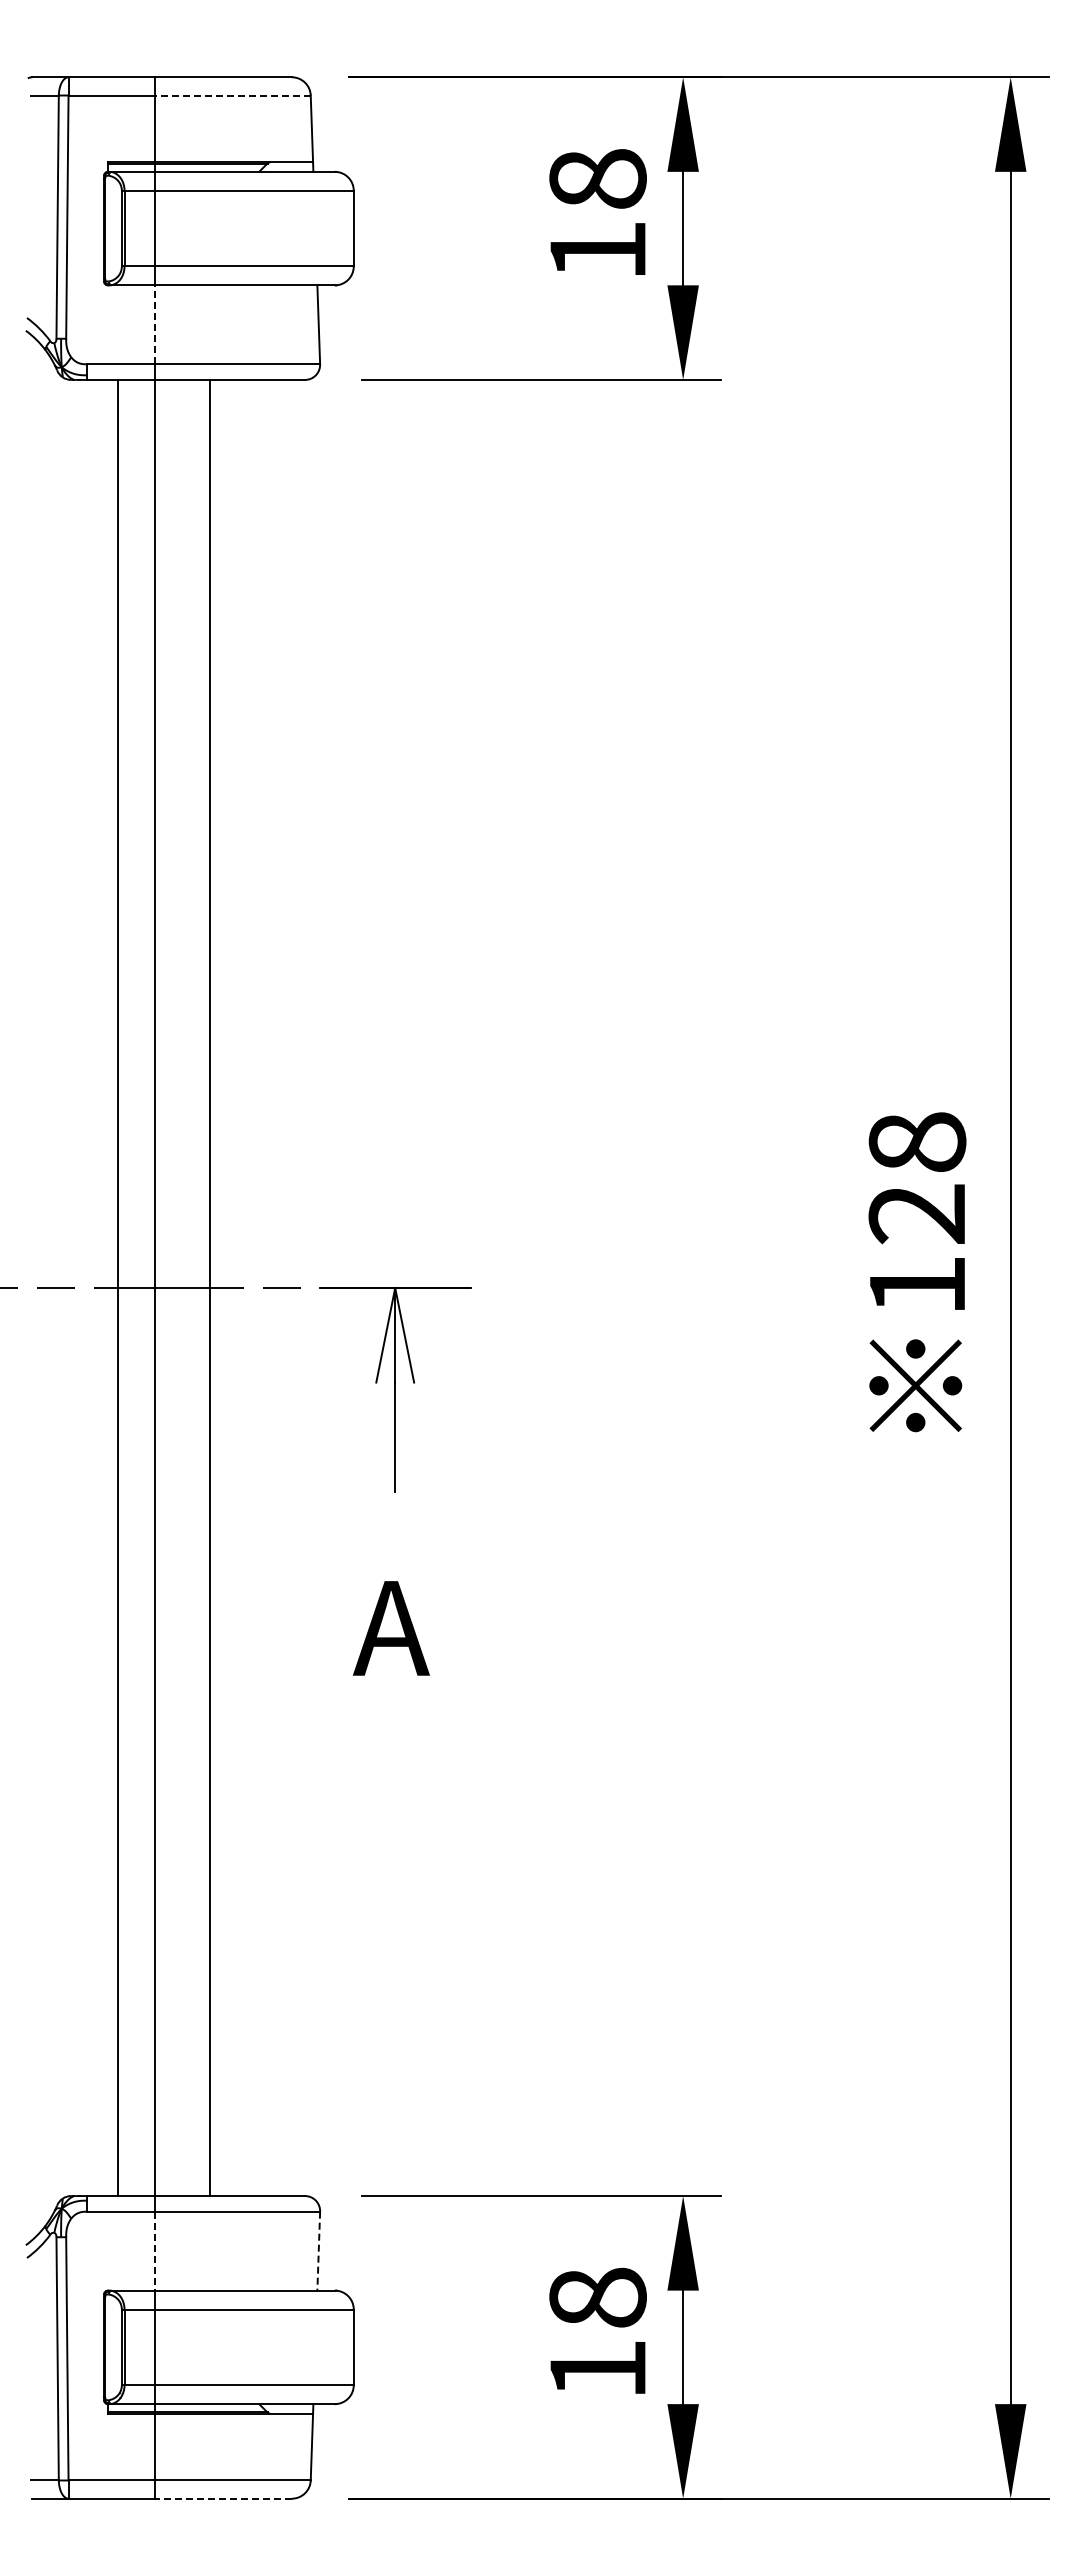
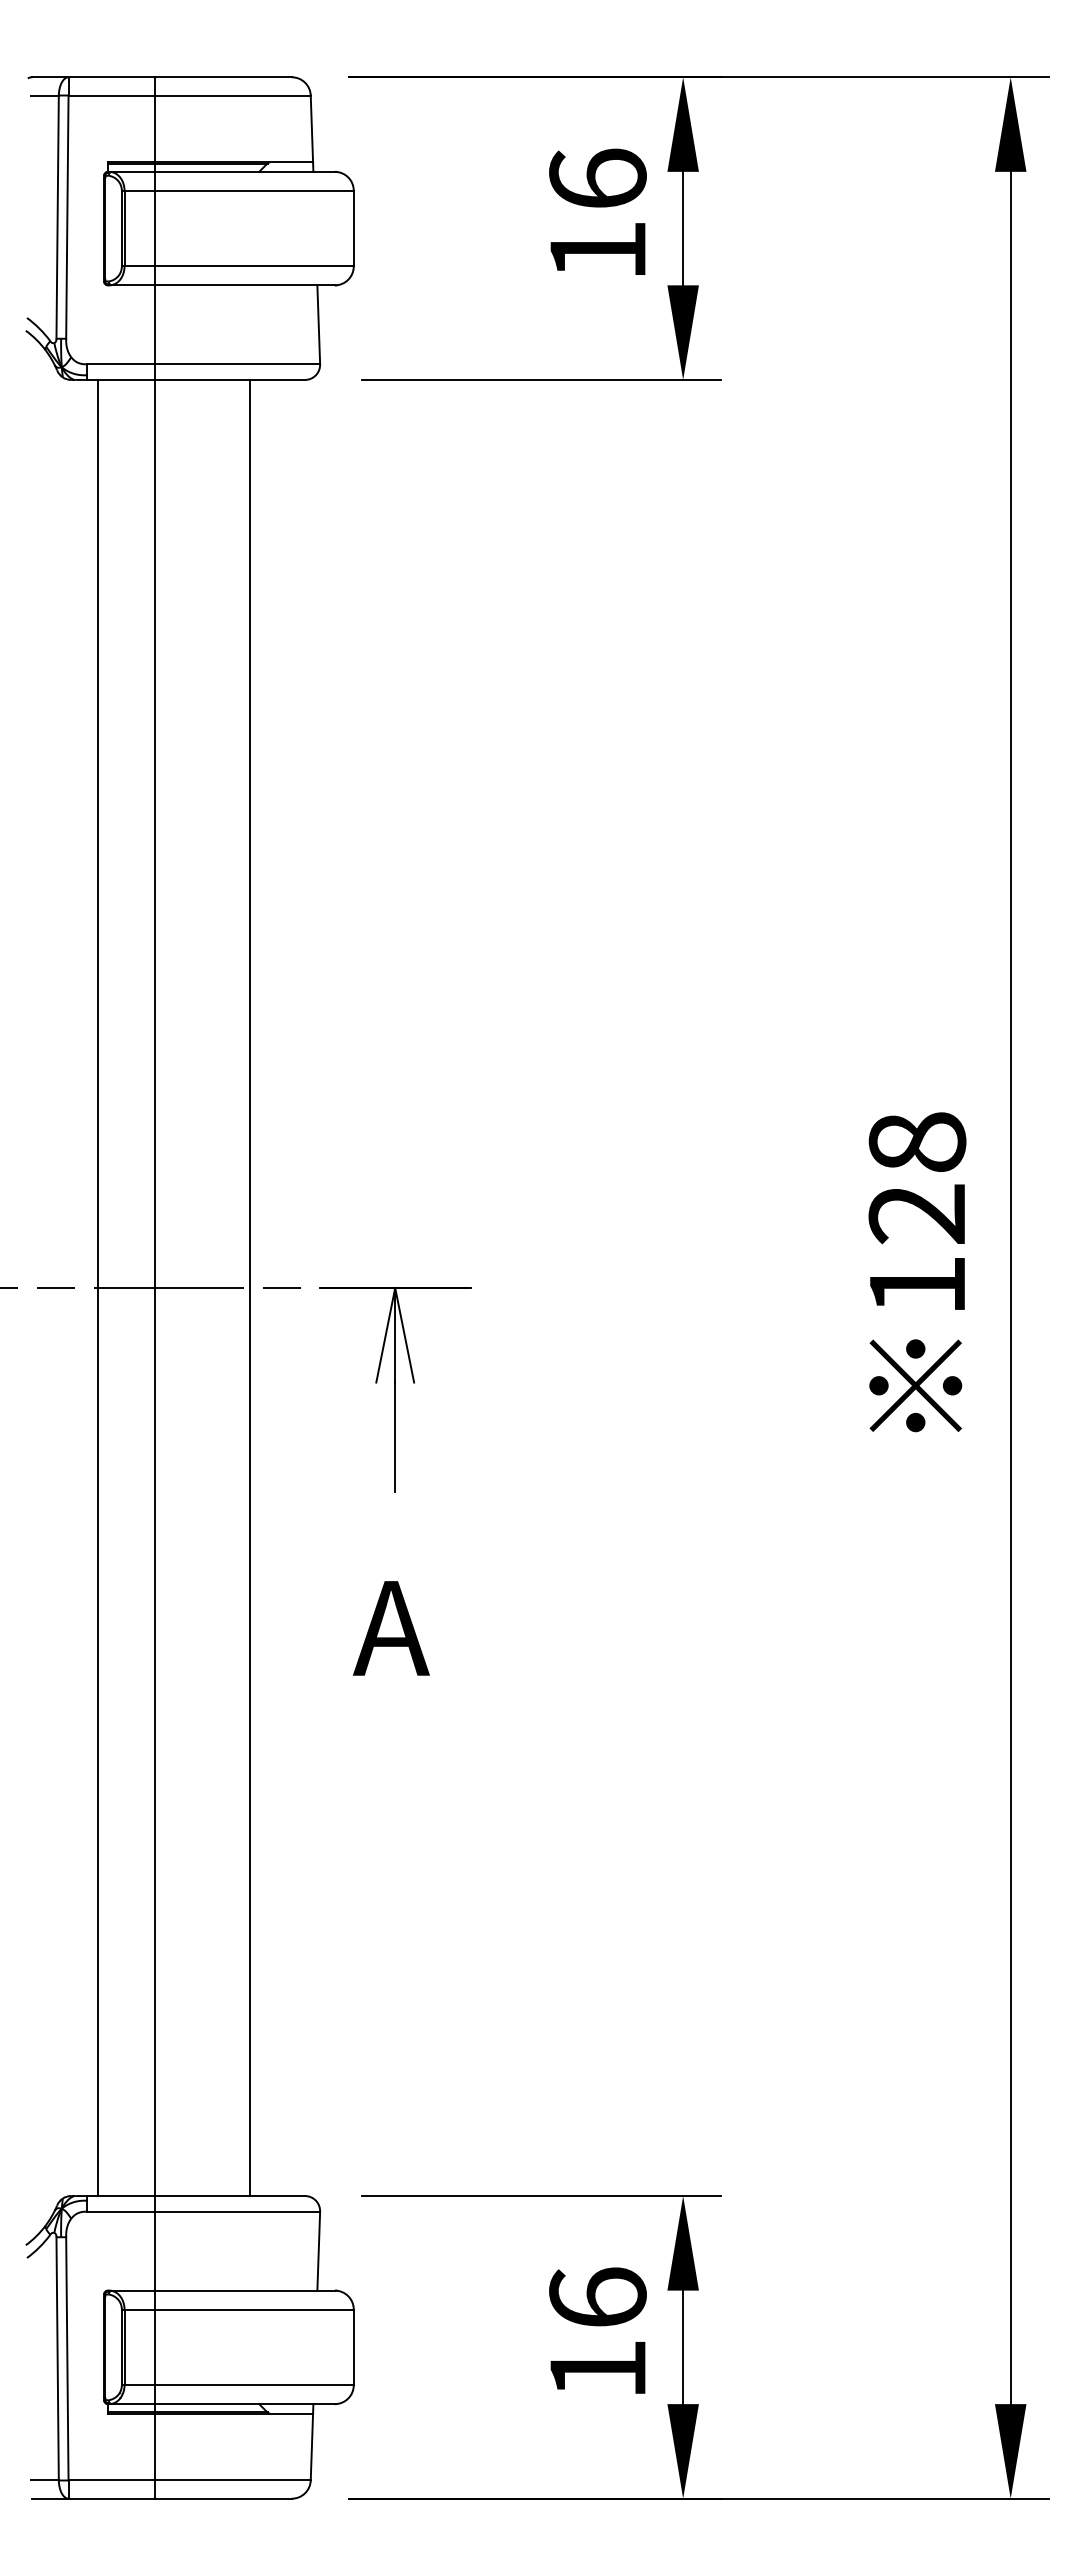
line at (232, 95): dashed -> solid
text at (597, 178): 18 -> 16
line at (155, 324): dashed -> solid
line at (118, 1287) position: (118, 1287) -> (98, 1287)
line at (209, 1287) position: (209, 1287) -> (249, 1287)
line at (155, 2251): dashed -> solid
line at (318, 2251): dashed -> solid
text at (597, 2297): 18 -> 16
line at (222, 2498): dashed -> solid
